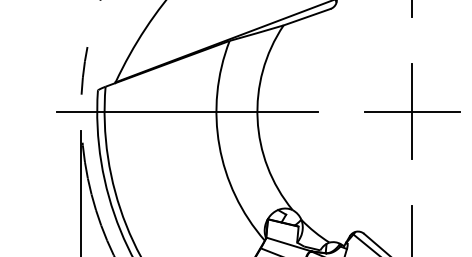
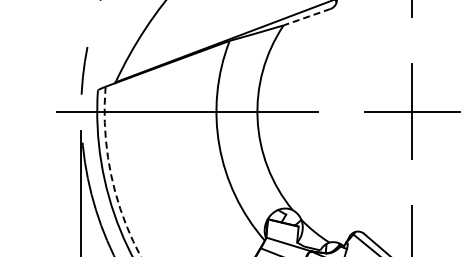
line at (307, 17): solid -> dashed
arc at (111, 174): solid -> dashed
